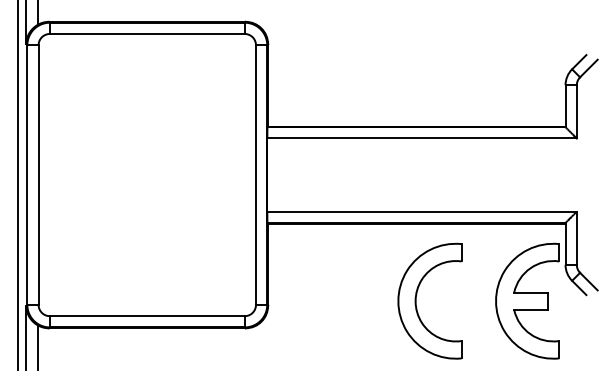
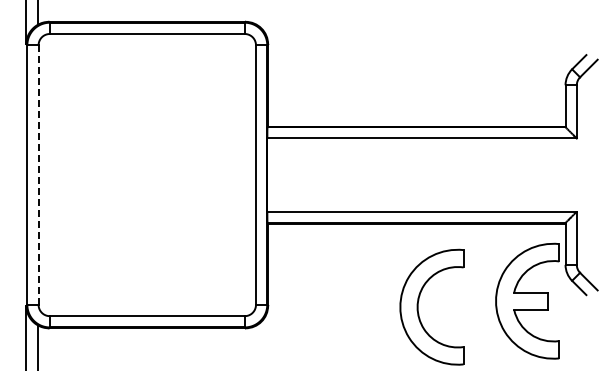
line at (38, 175): solid -> dashed
line at (18, 184): present -> none
part at (416, 300) position: (416, 300) -> (418, 306)
